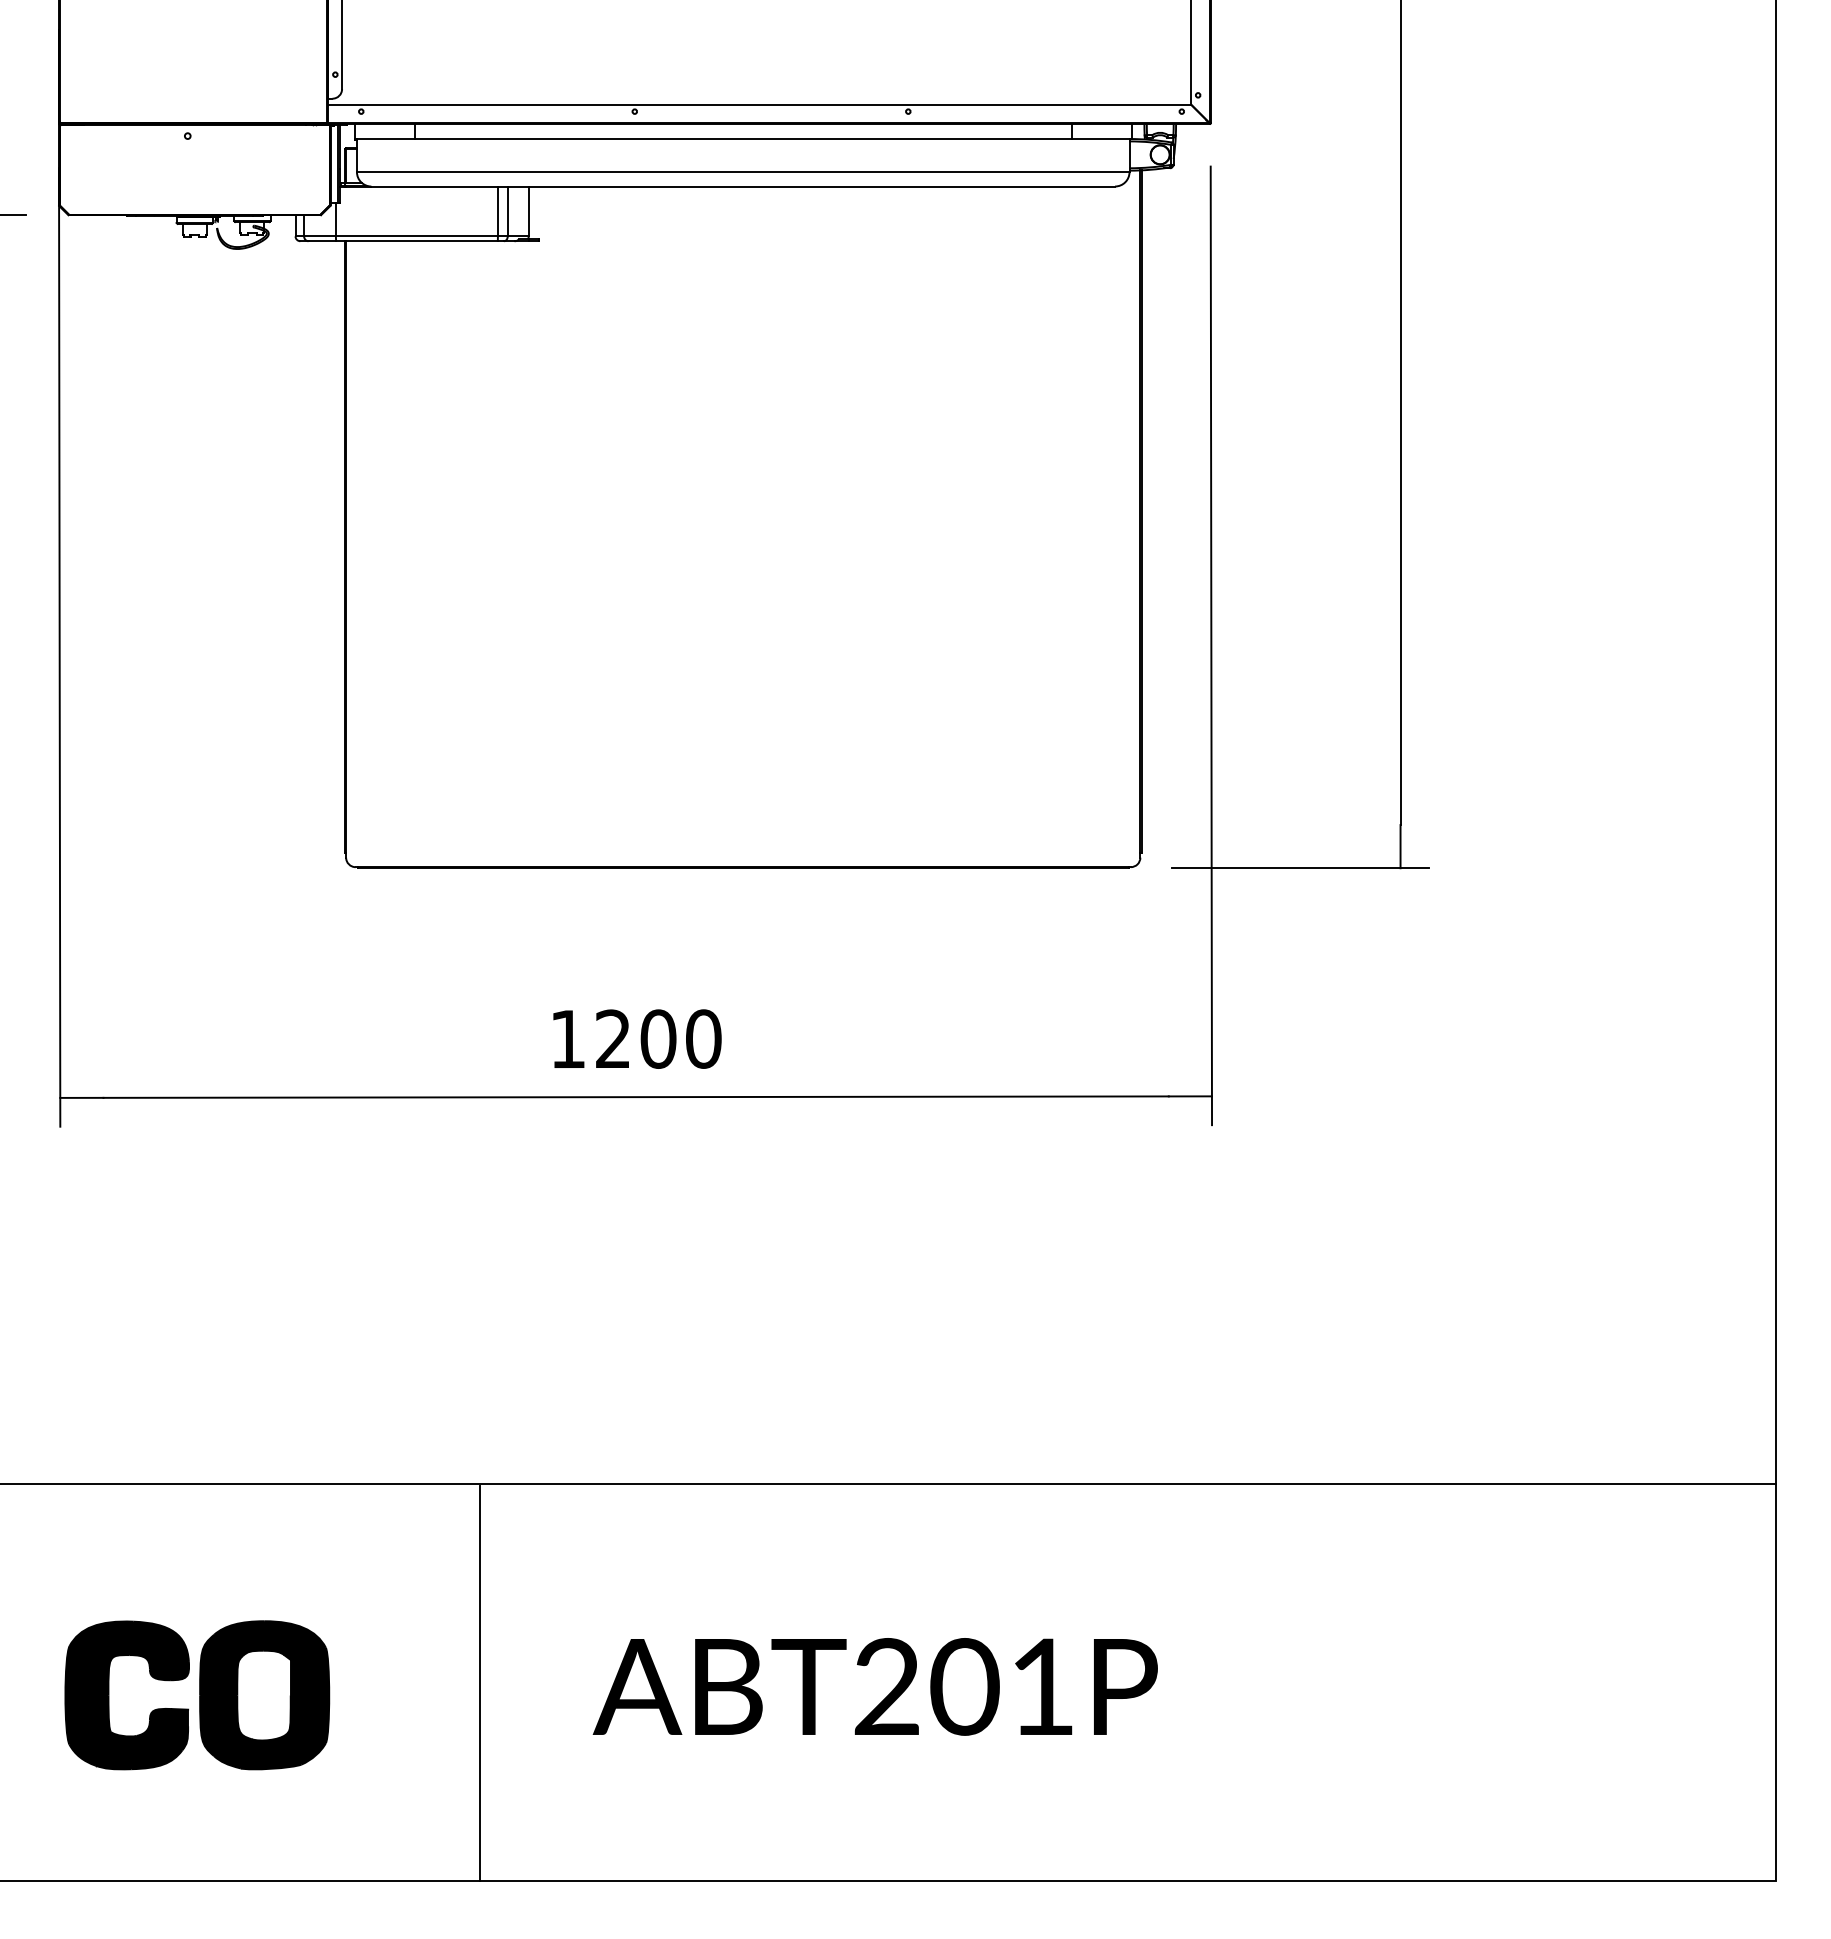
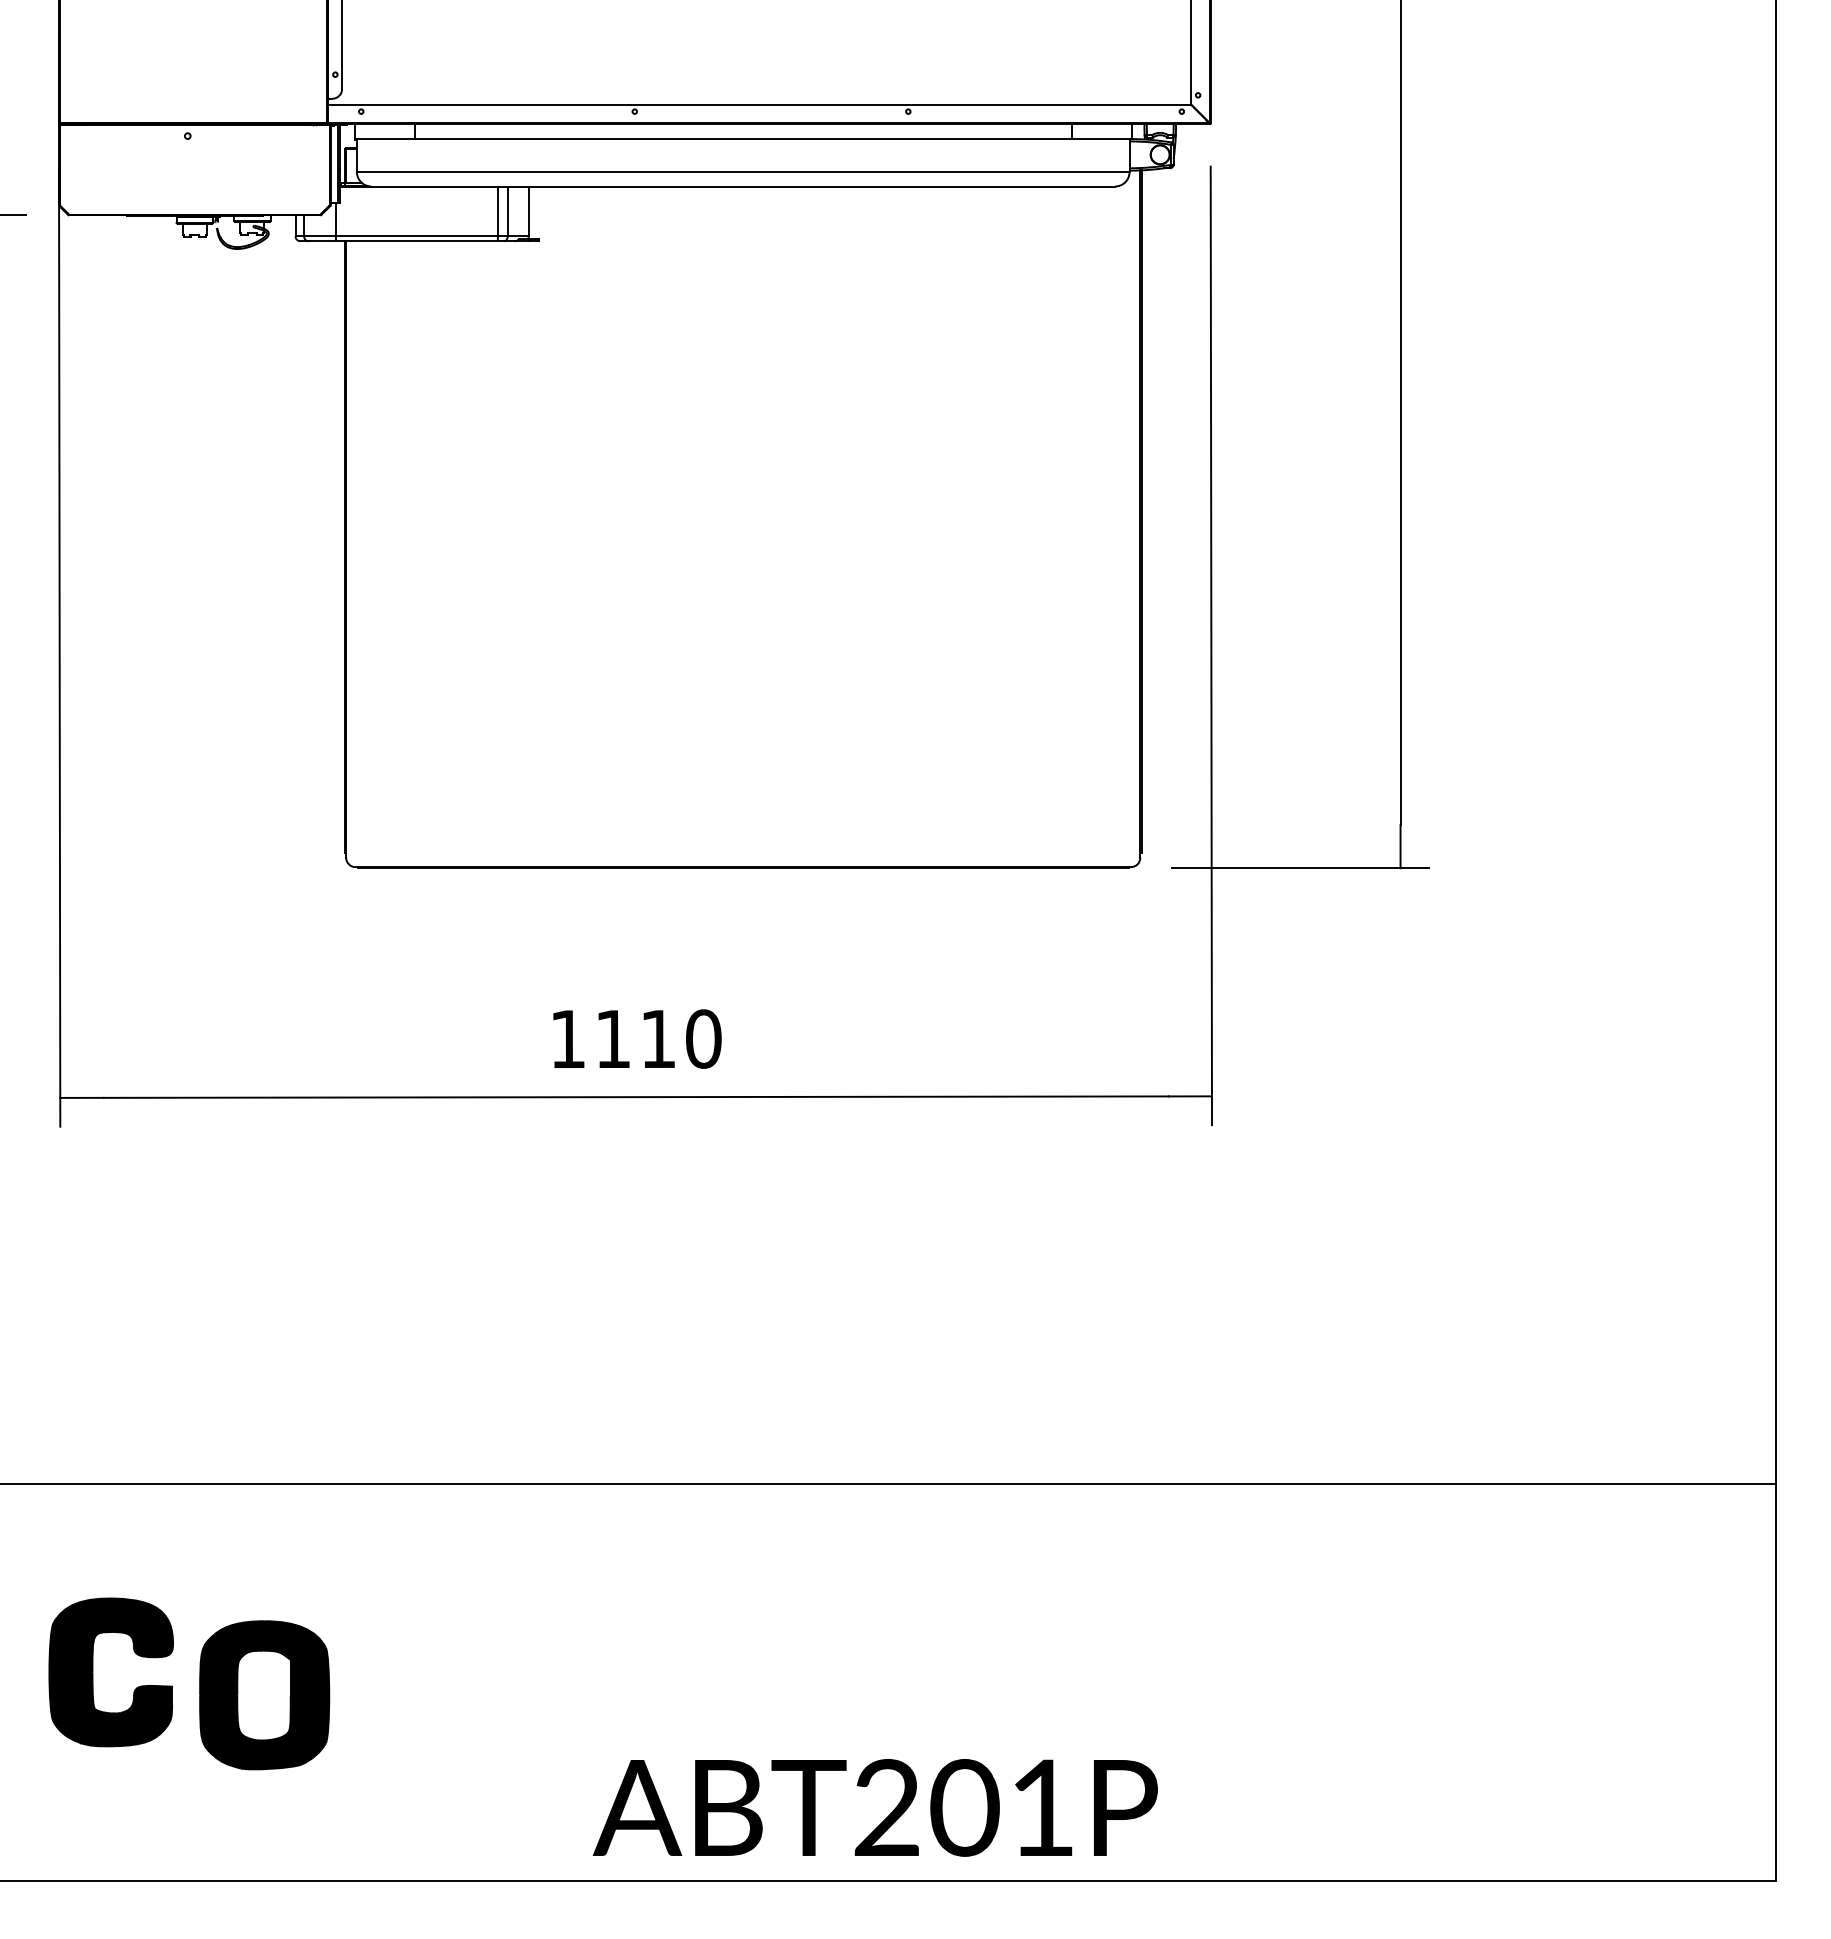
text at (636, 1038): 1200 -> 1110
line at (479, 1683): present -> none
text at (874, 1686) position: (874, 1686) -> (874, 1807)
part at (109, 1695) position: (109, 1695) -> (93, 1672)
